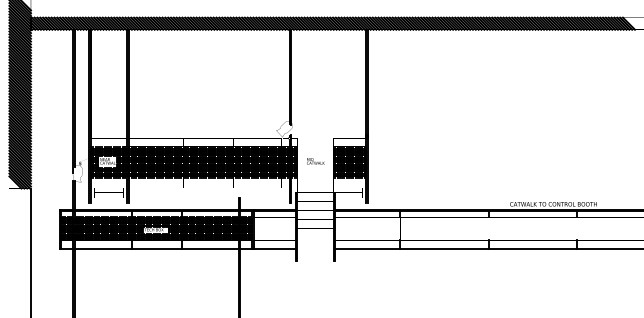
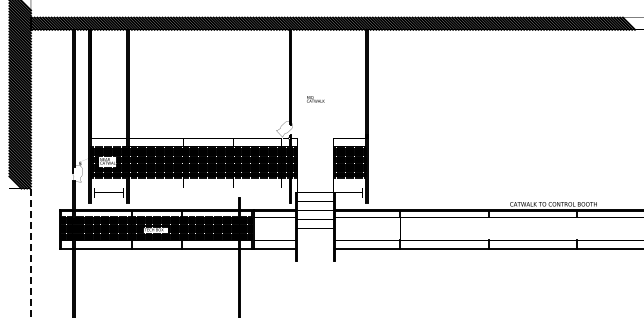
text at (315, 161) position: (315, 161) -> (315, 99)
line at (30, 253): solid -> dashed
